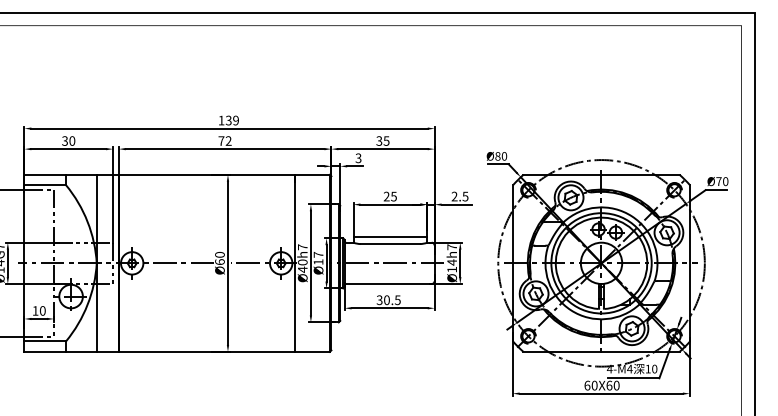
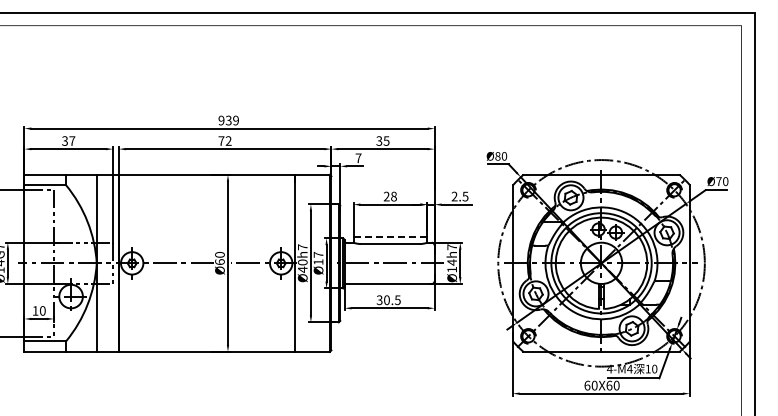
text at (221, 120): 139 -> 939
text at (72, 140): 30 -> 37
text at (358, 158): 3 -> 7
text at (393, 196): 25 -> 28
line at (390, 236): solid -> dashed
